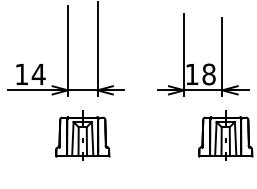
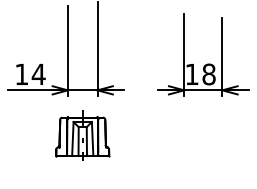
part at (225, 135): present -> none
